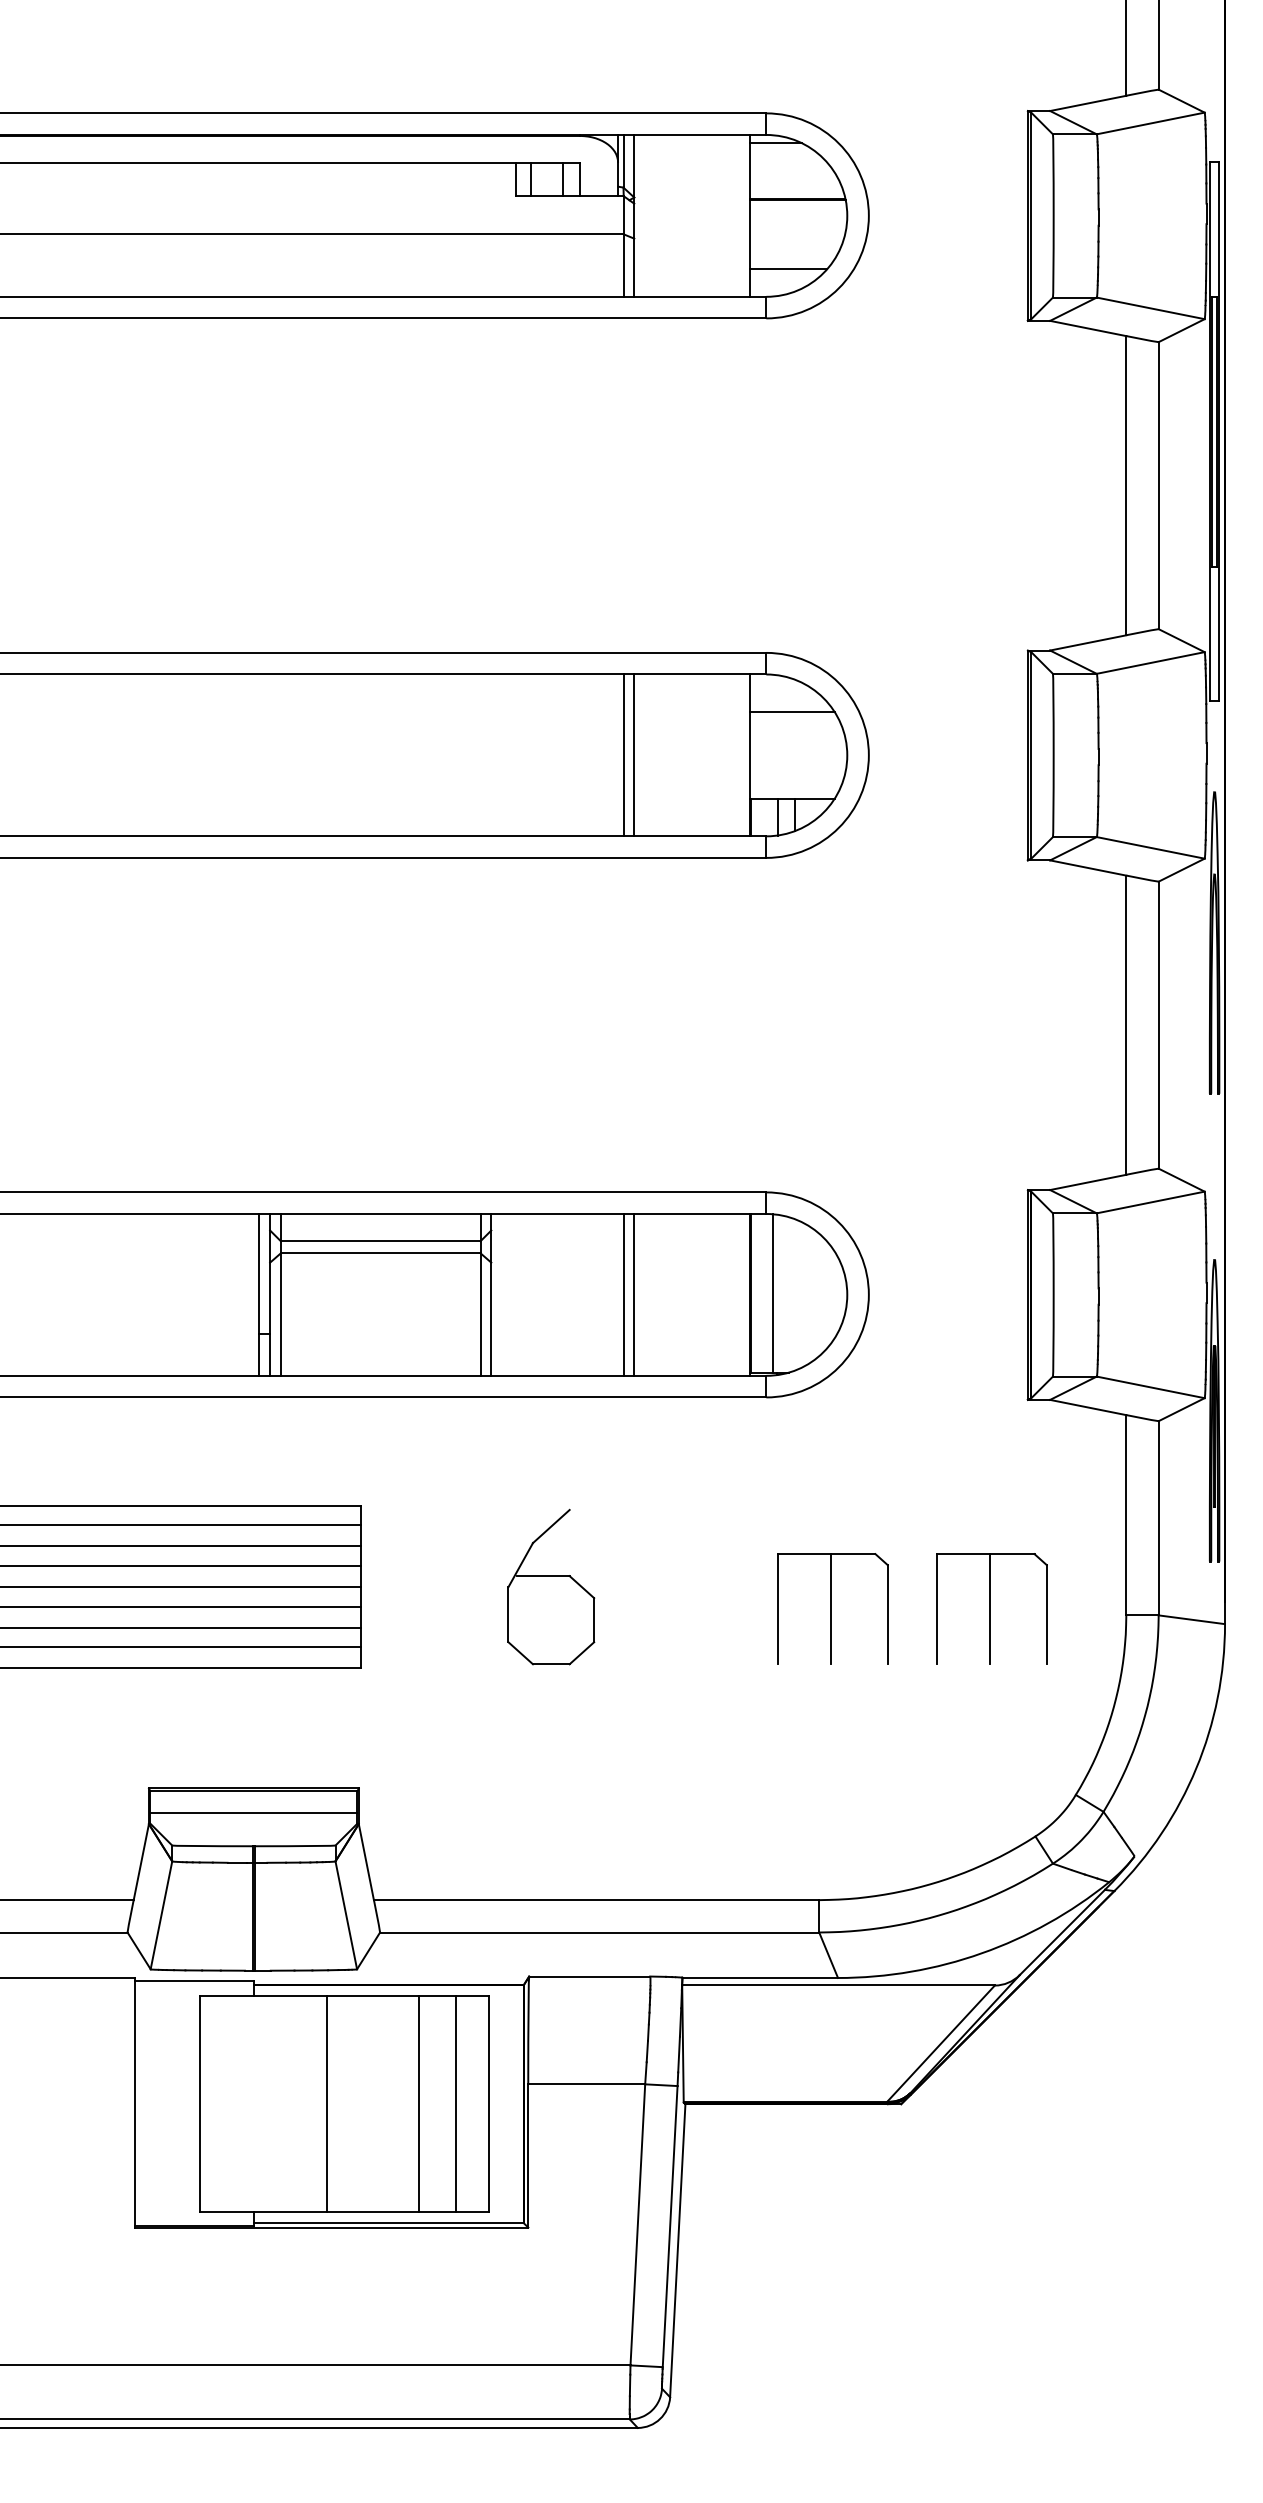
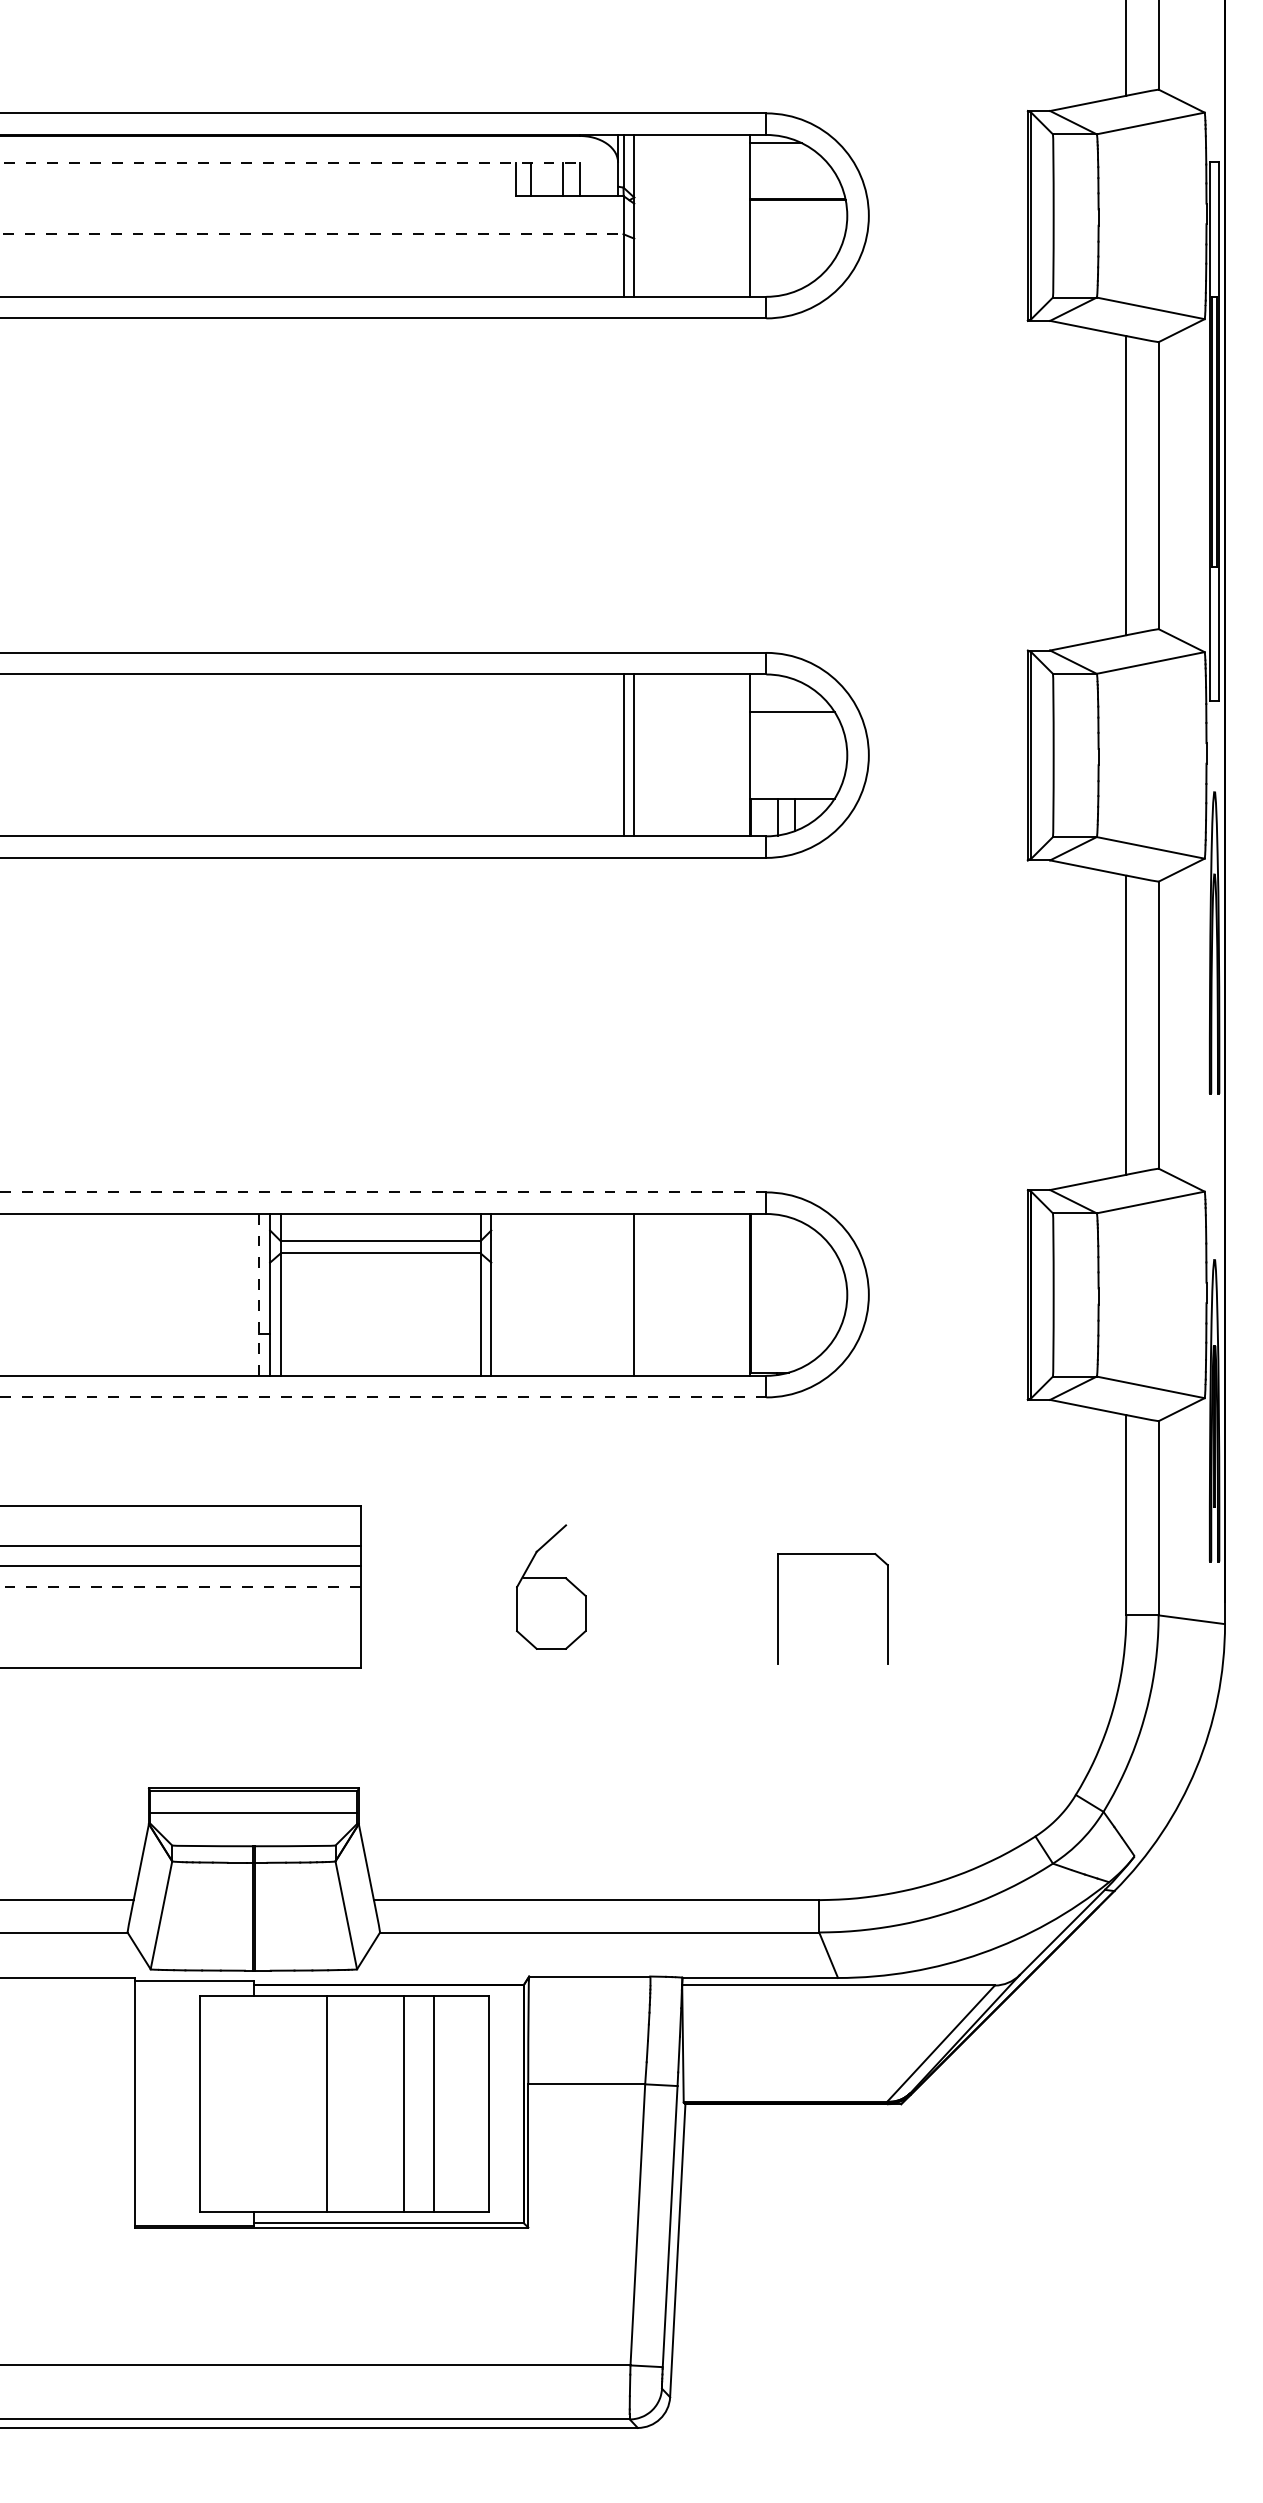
line at (290, 162): solid -> dashed
line at (312, 234): solid -> dashed
line at (788, 269): present -> none
line at (383, 1192): solid -> dashed
line at (772, 1293): present -> none
line at (259, 1294): solid -> dashed
line at (623, 1294): present -> none
line at (383, 1397): solid -> dashed
line at (181, 1525): present -> none
line at (180, 1586): solid -> dashed
part at (551, 1586) size: 89x158 px -> 71x126 px
line at (181, 1607): present -> none
part at (991, 1608): present -> none
line at (830, 1609): present -> none
line at (181, 1627): present -> none
line at (181, 1647): present -> none
line at (418, 2104) position: (418, 2104) -> (403, 2104)
line at (456, 2104) position: (456, 2104) -> (434, 2104)
